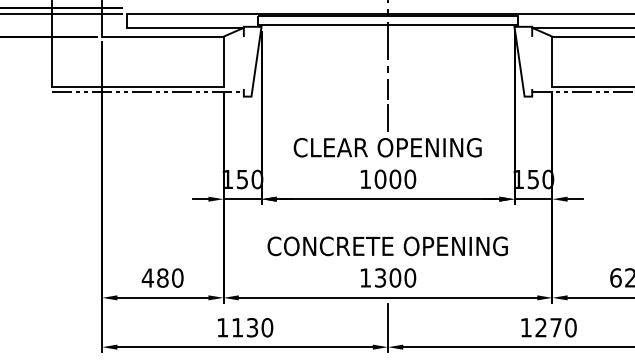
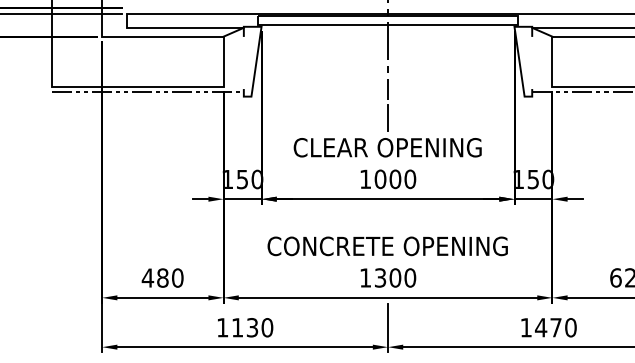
text at (541, 327): 1270 -> 1470
